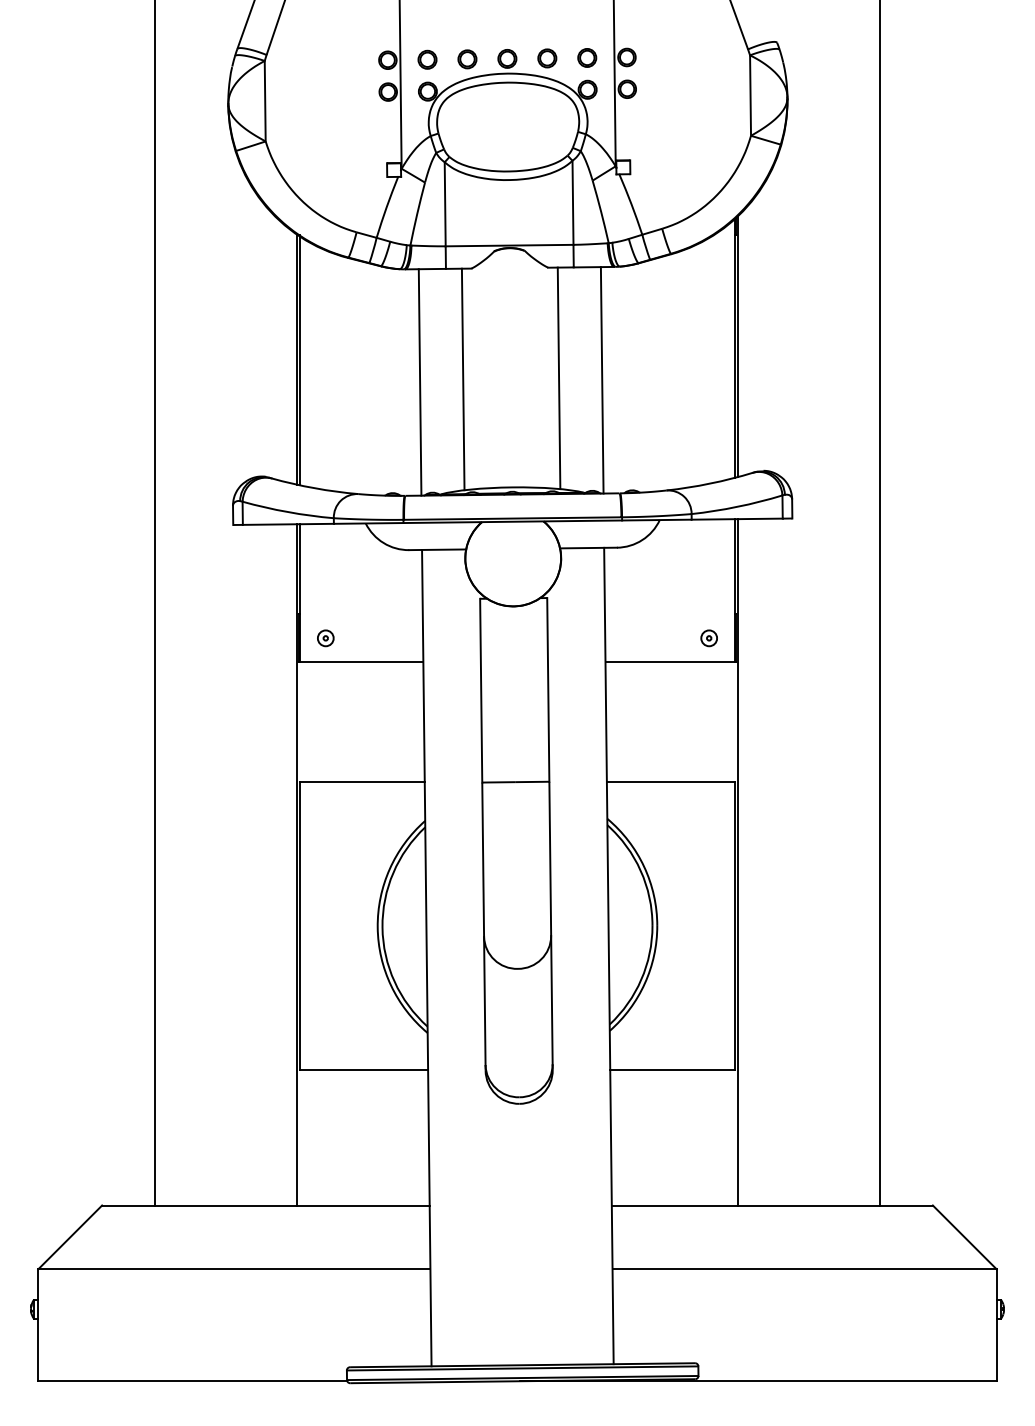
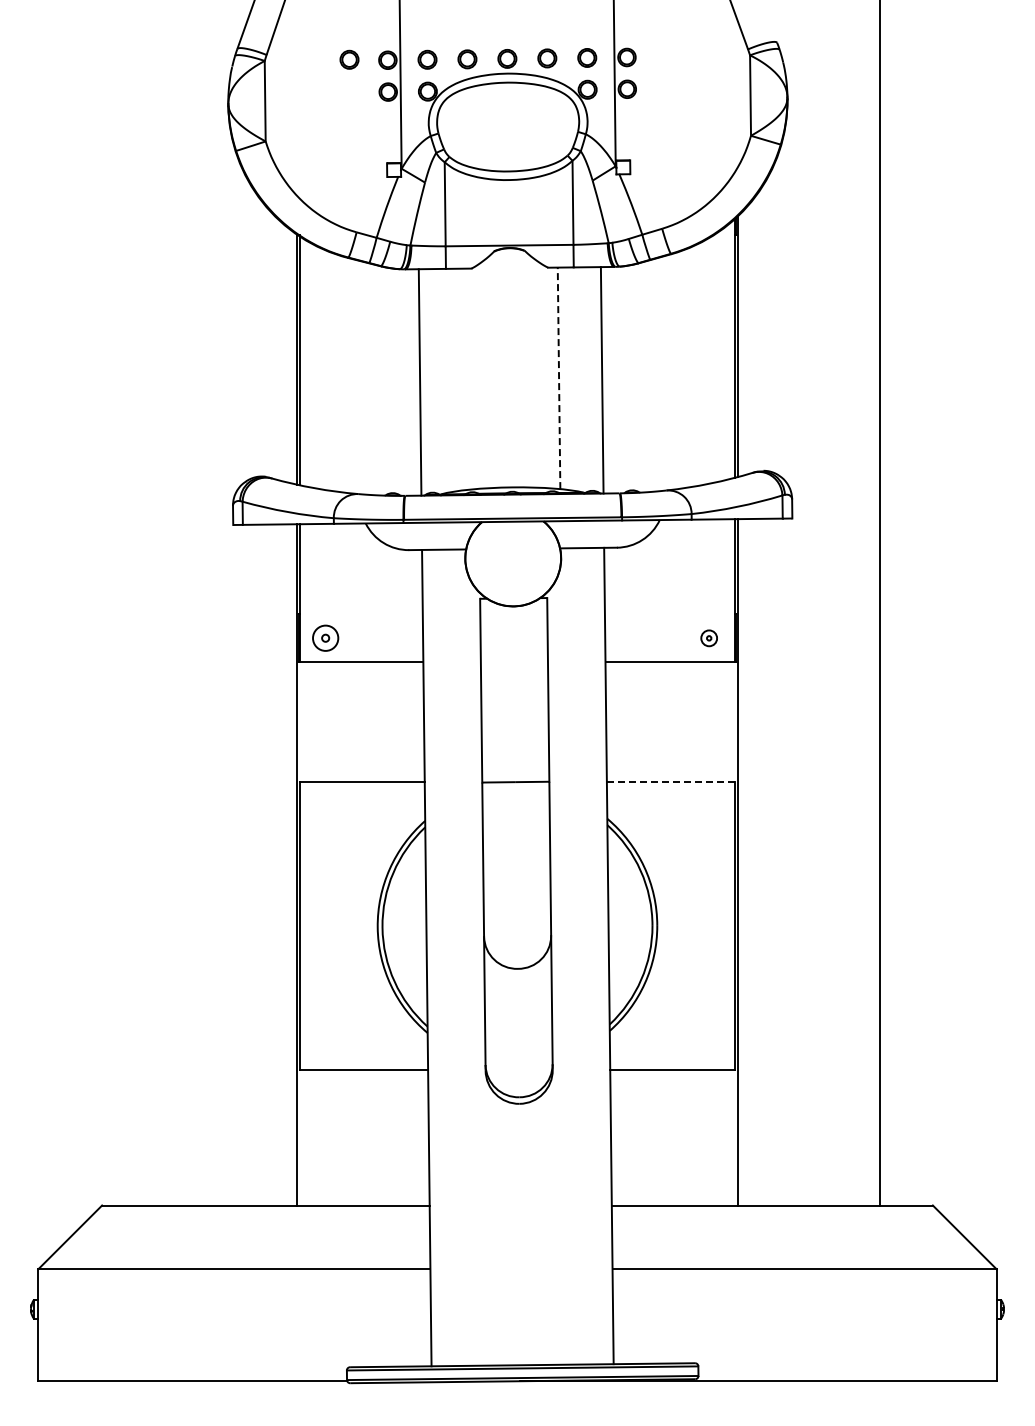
part at (349, 59): none -> present
line at (559, 378): solid -> dashed
line at (462, 379): present -> none
line at (154, 603): present -> none
part at (325, 638) size: 18x19 px -> 28x28 px
line at (670, 782): solid -> dashed
